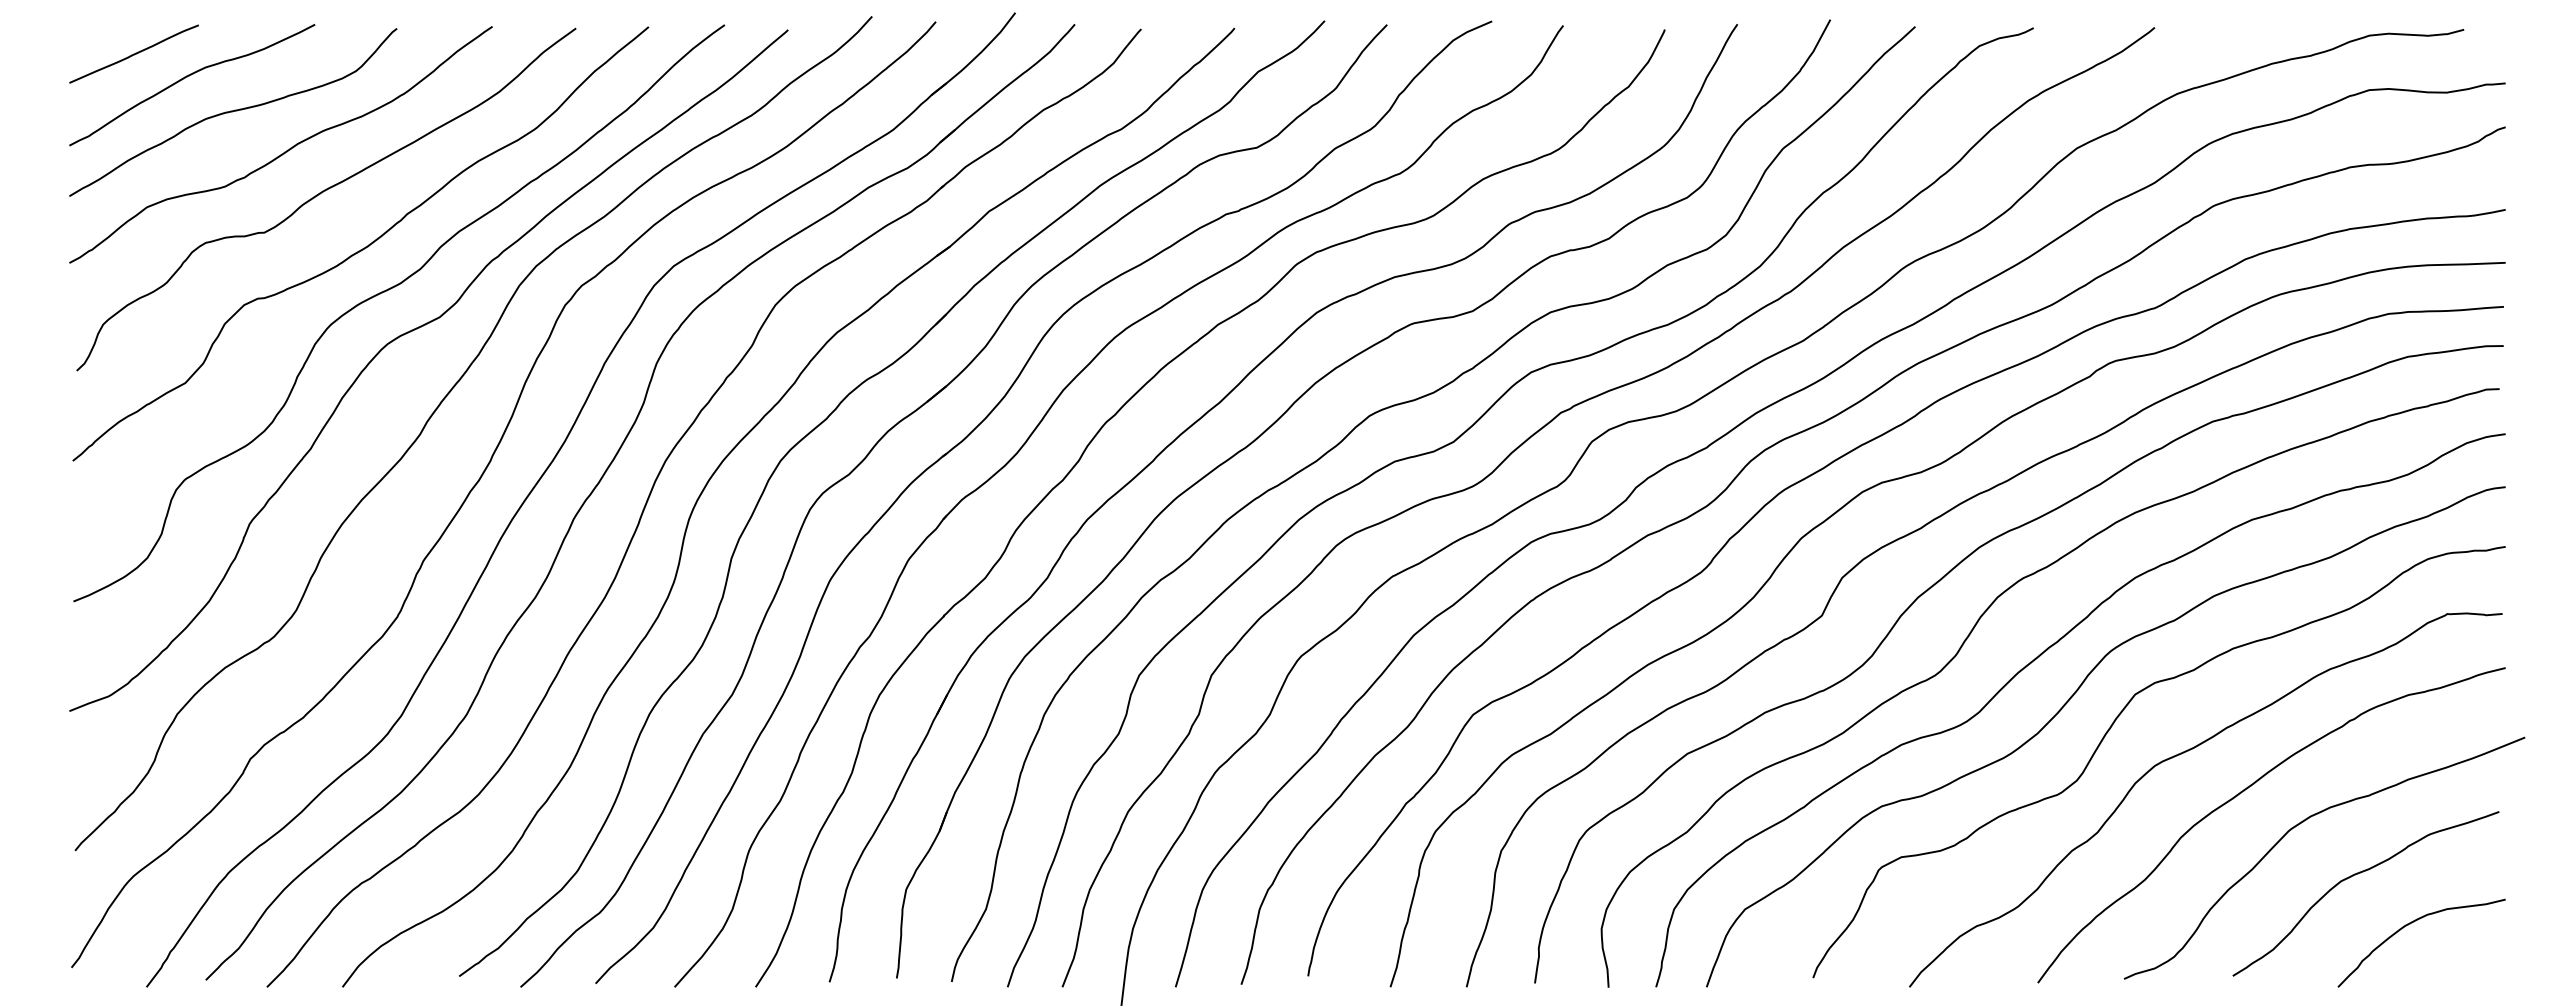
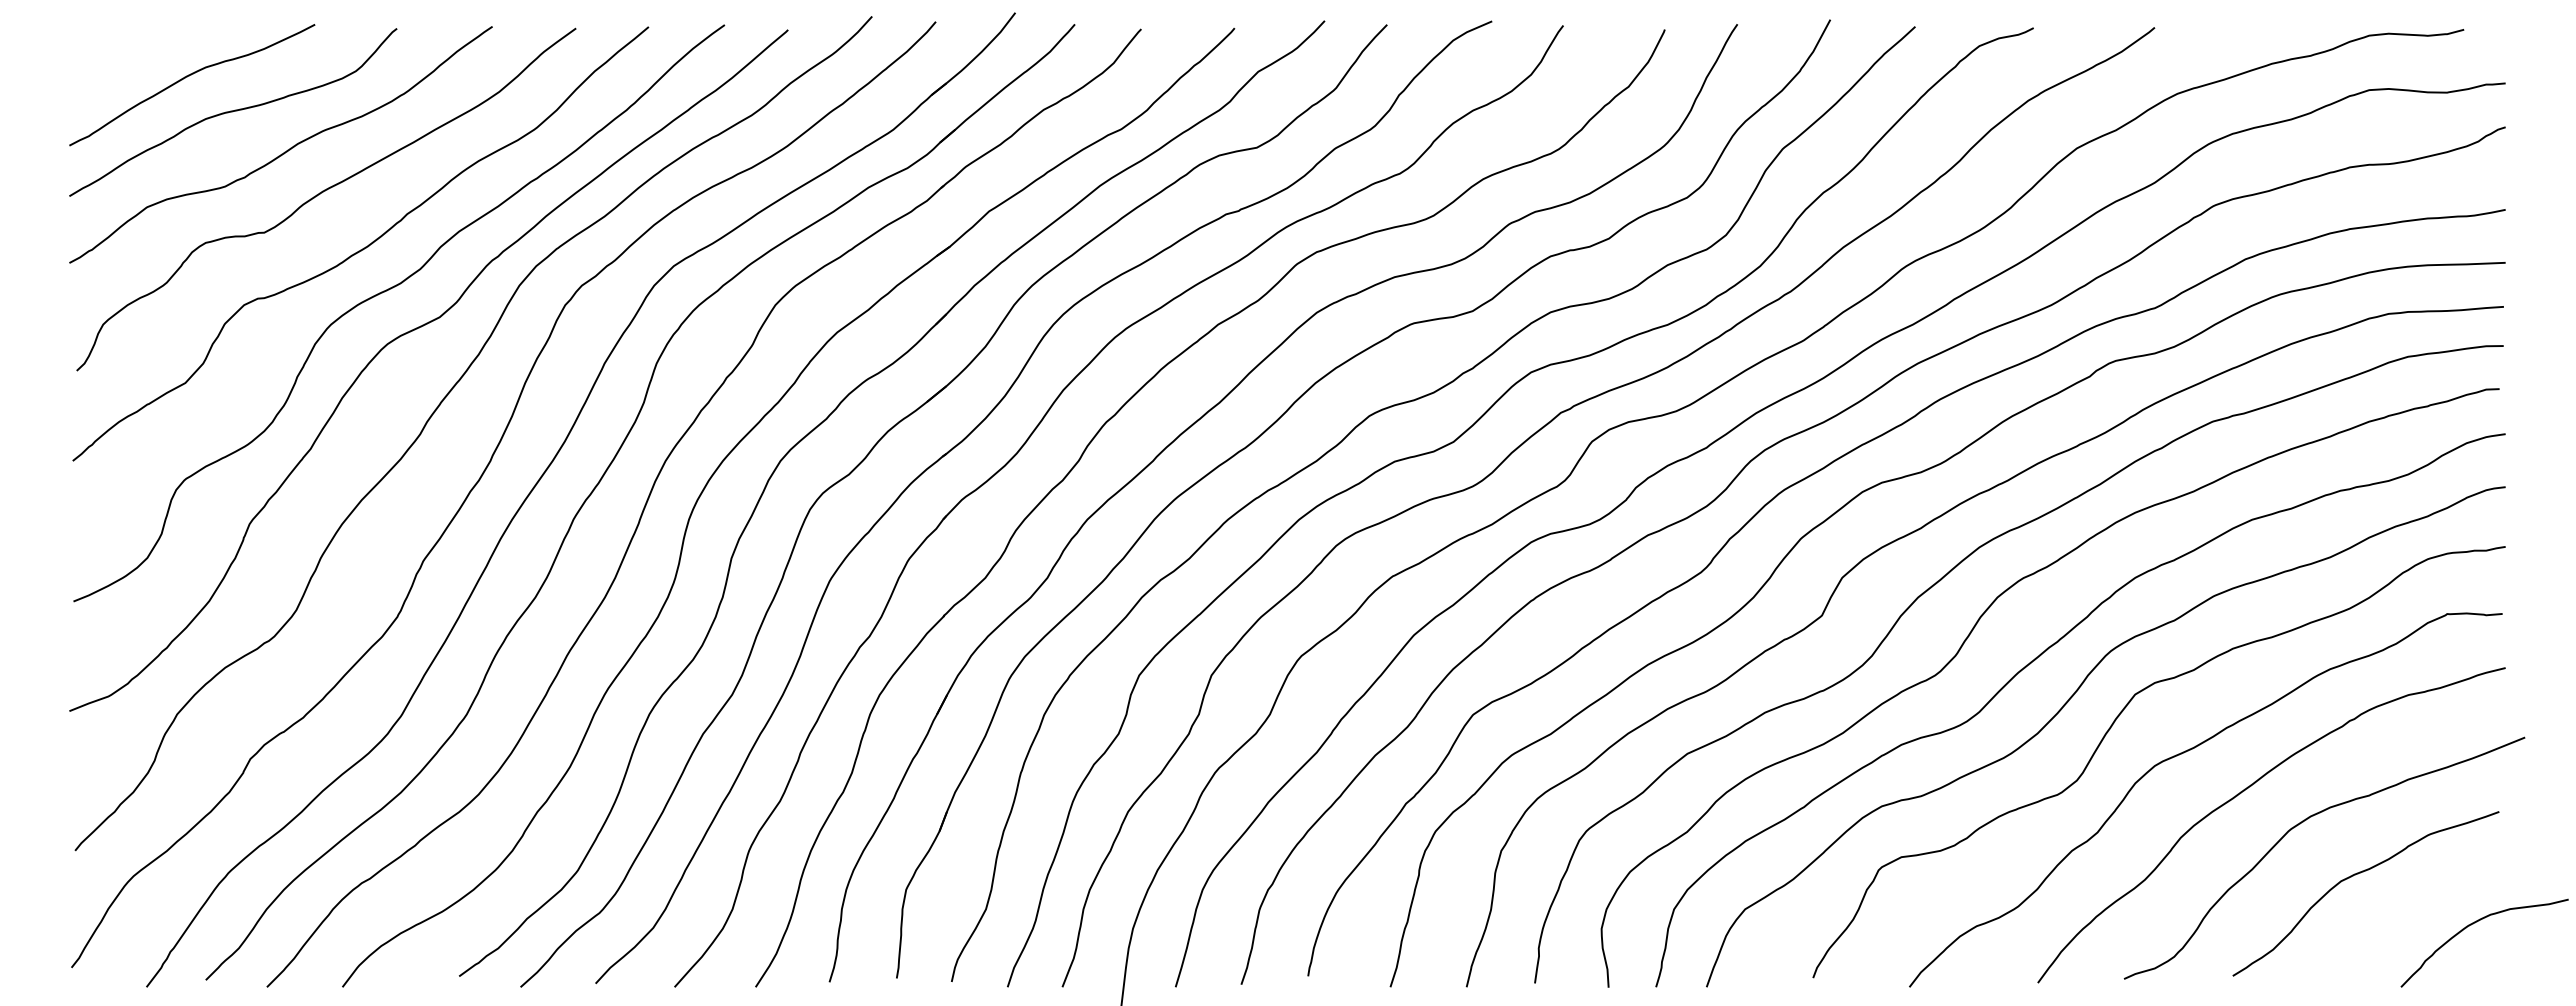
curve at (133, 53): present -> none
curve at (2412, 923) position: (2412, 923) -> (2475, 923)
